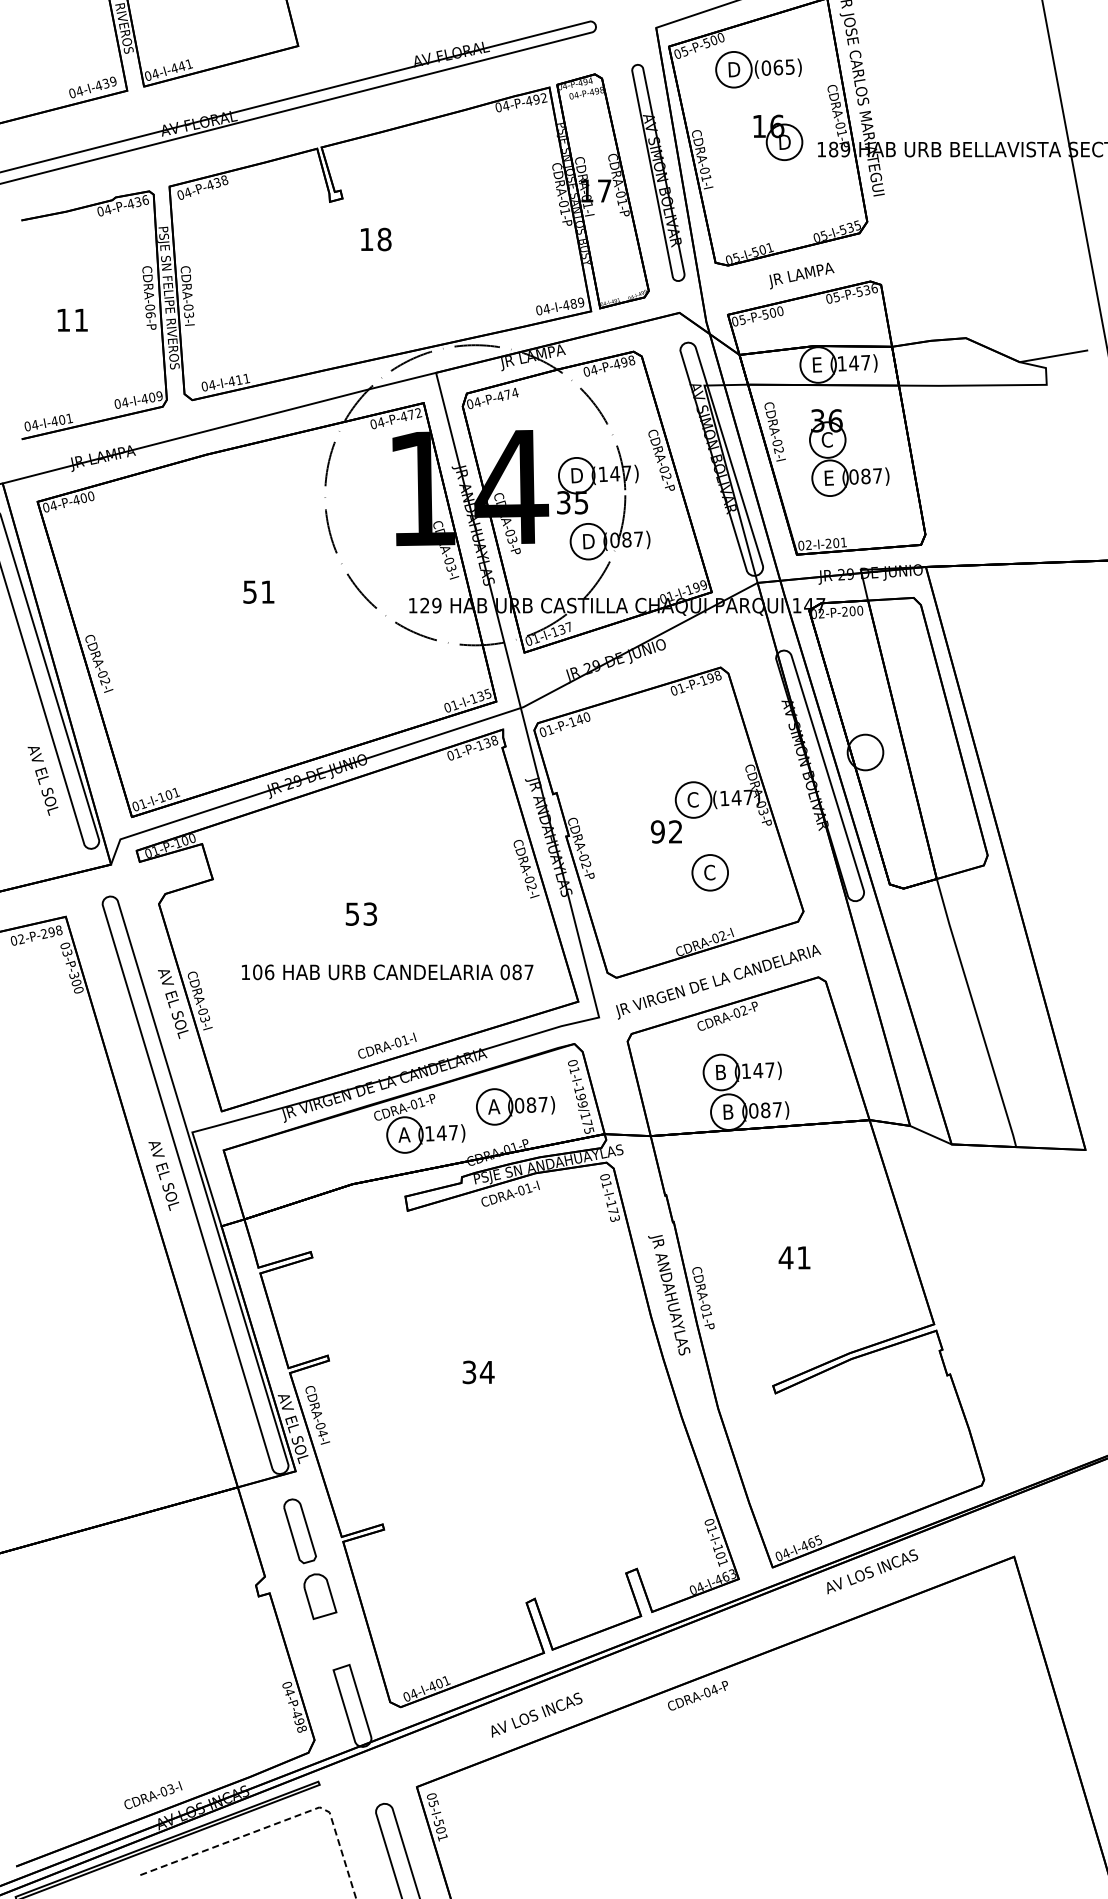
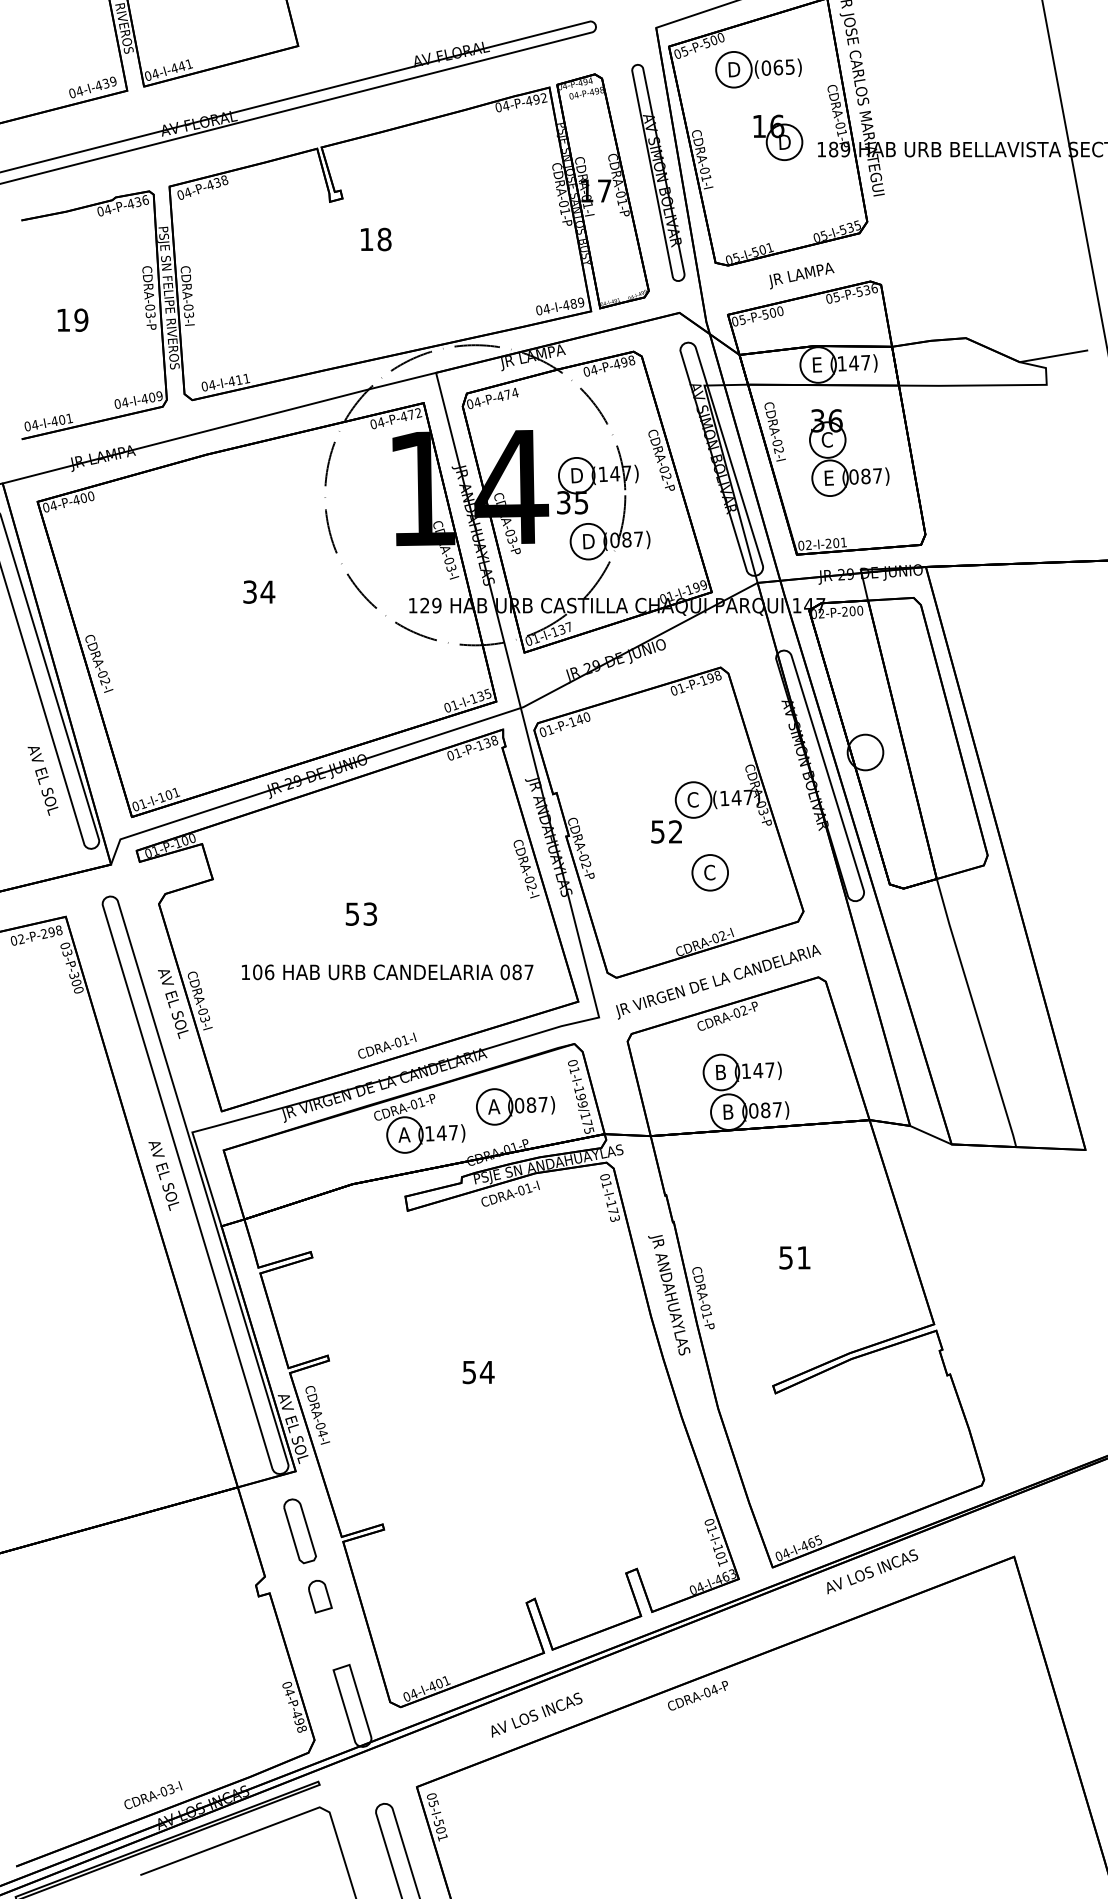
text at (150, 315): CDRA-06-P -> CDRA-03-P
text at (81, 319): 11 -> 19
text at (259, 591): 51 -> 34
text at (657, 831): 92 -> 52
text at (785, 1257): 41 -> 51
text at (469, 1371): 34 -> 54
part at (320, 1596) size: 35x47 px -> 25x34 px
line at (278, 1822): dashed -> solid
